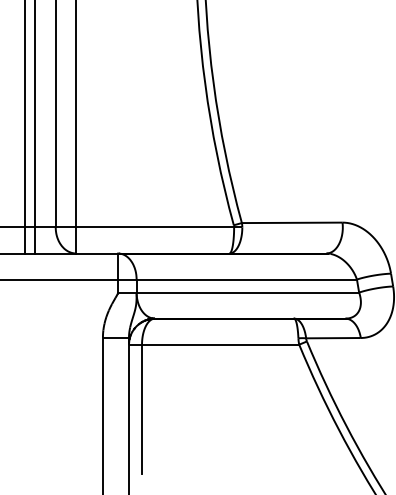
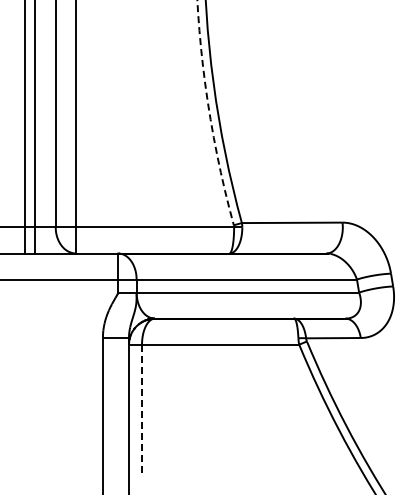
arc at (210, 116): solid -> dashed
line at (142, 409): solid -> dashed
